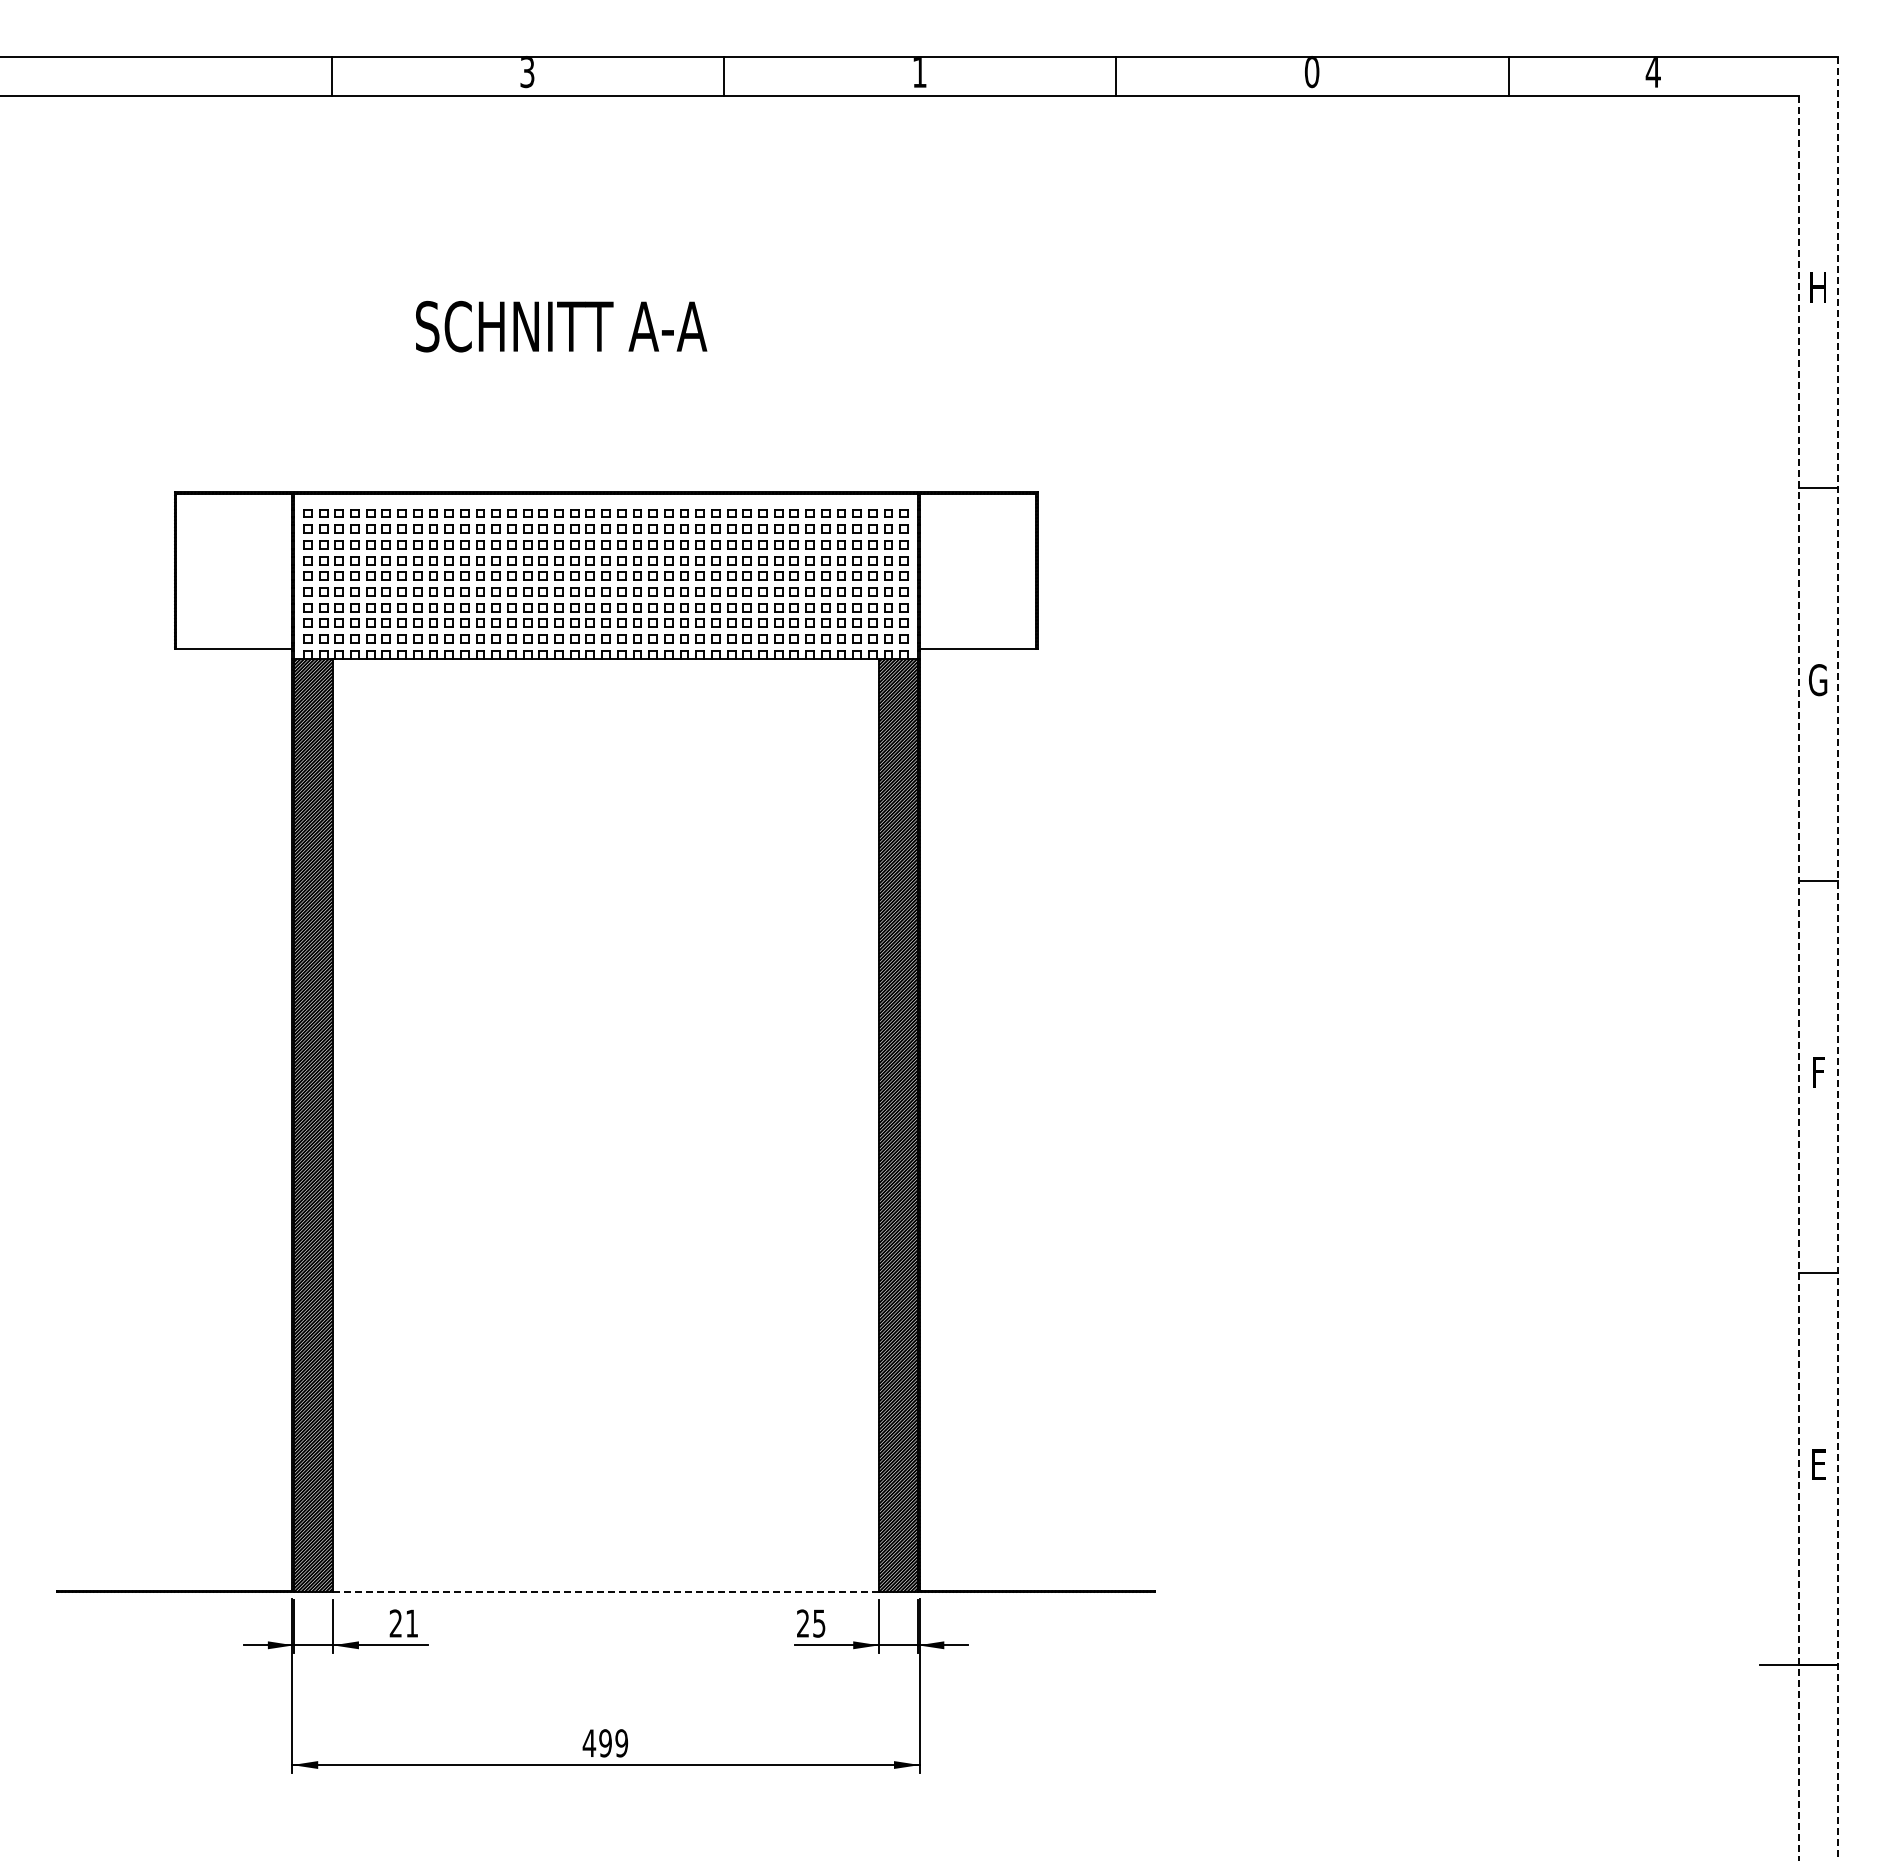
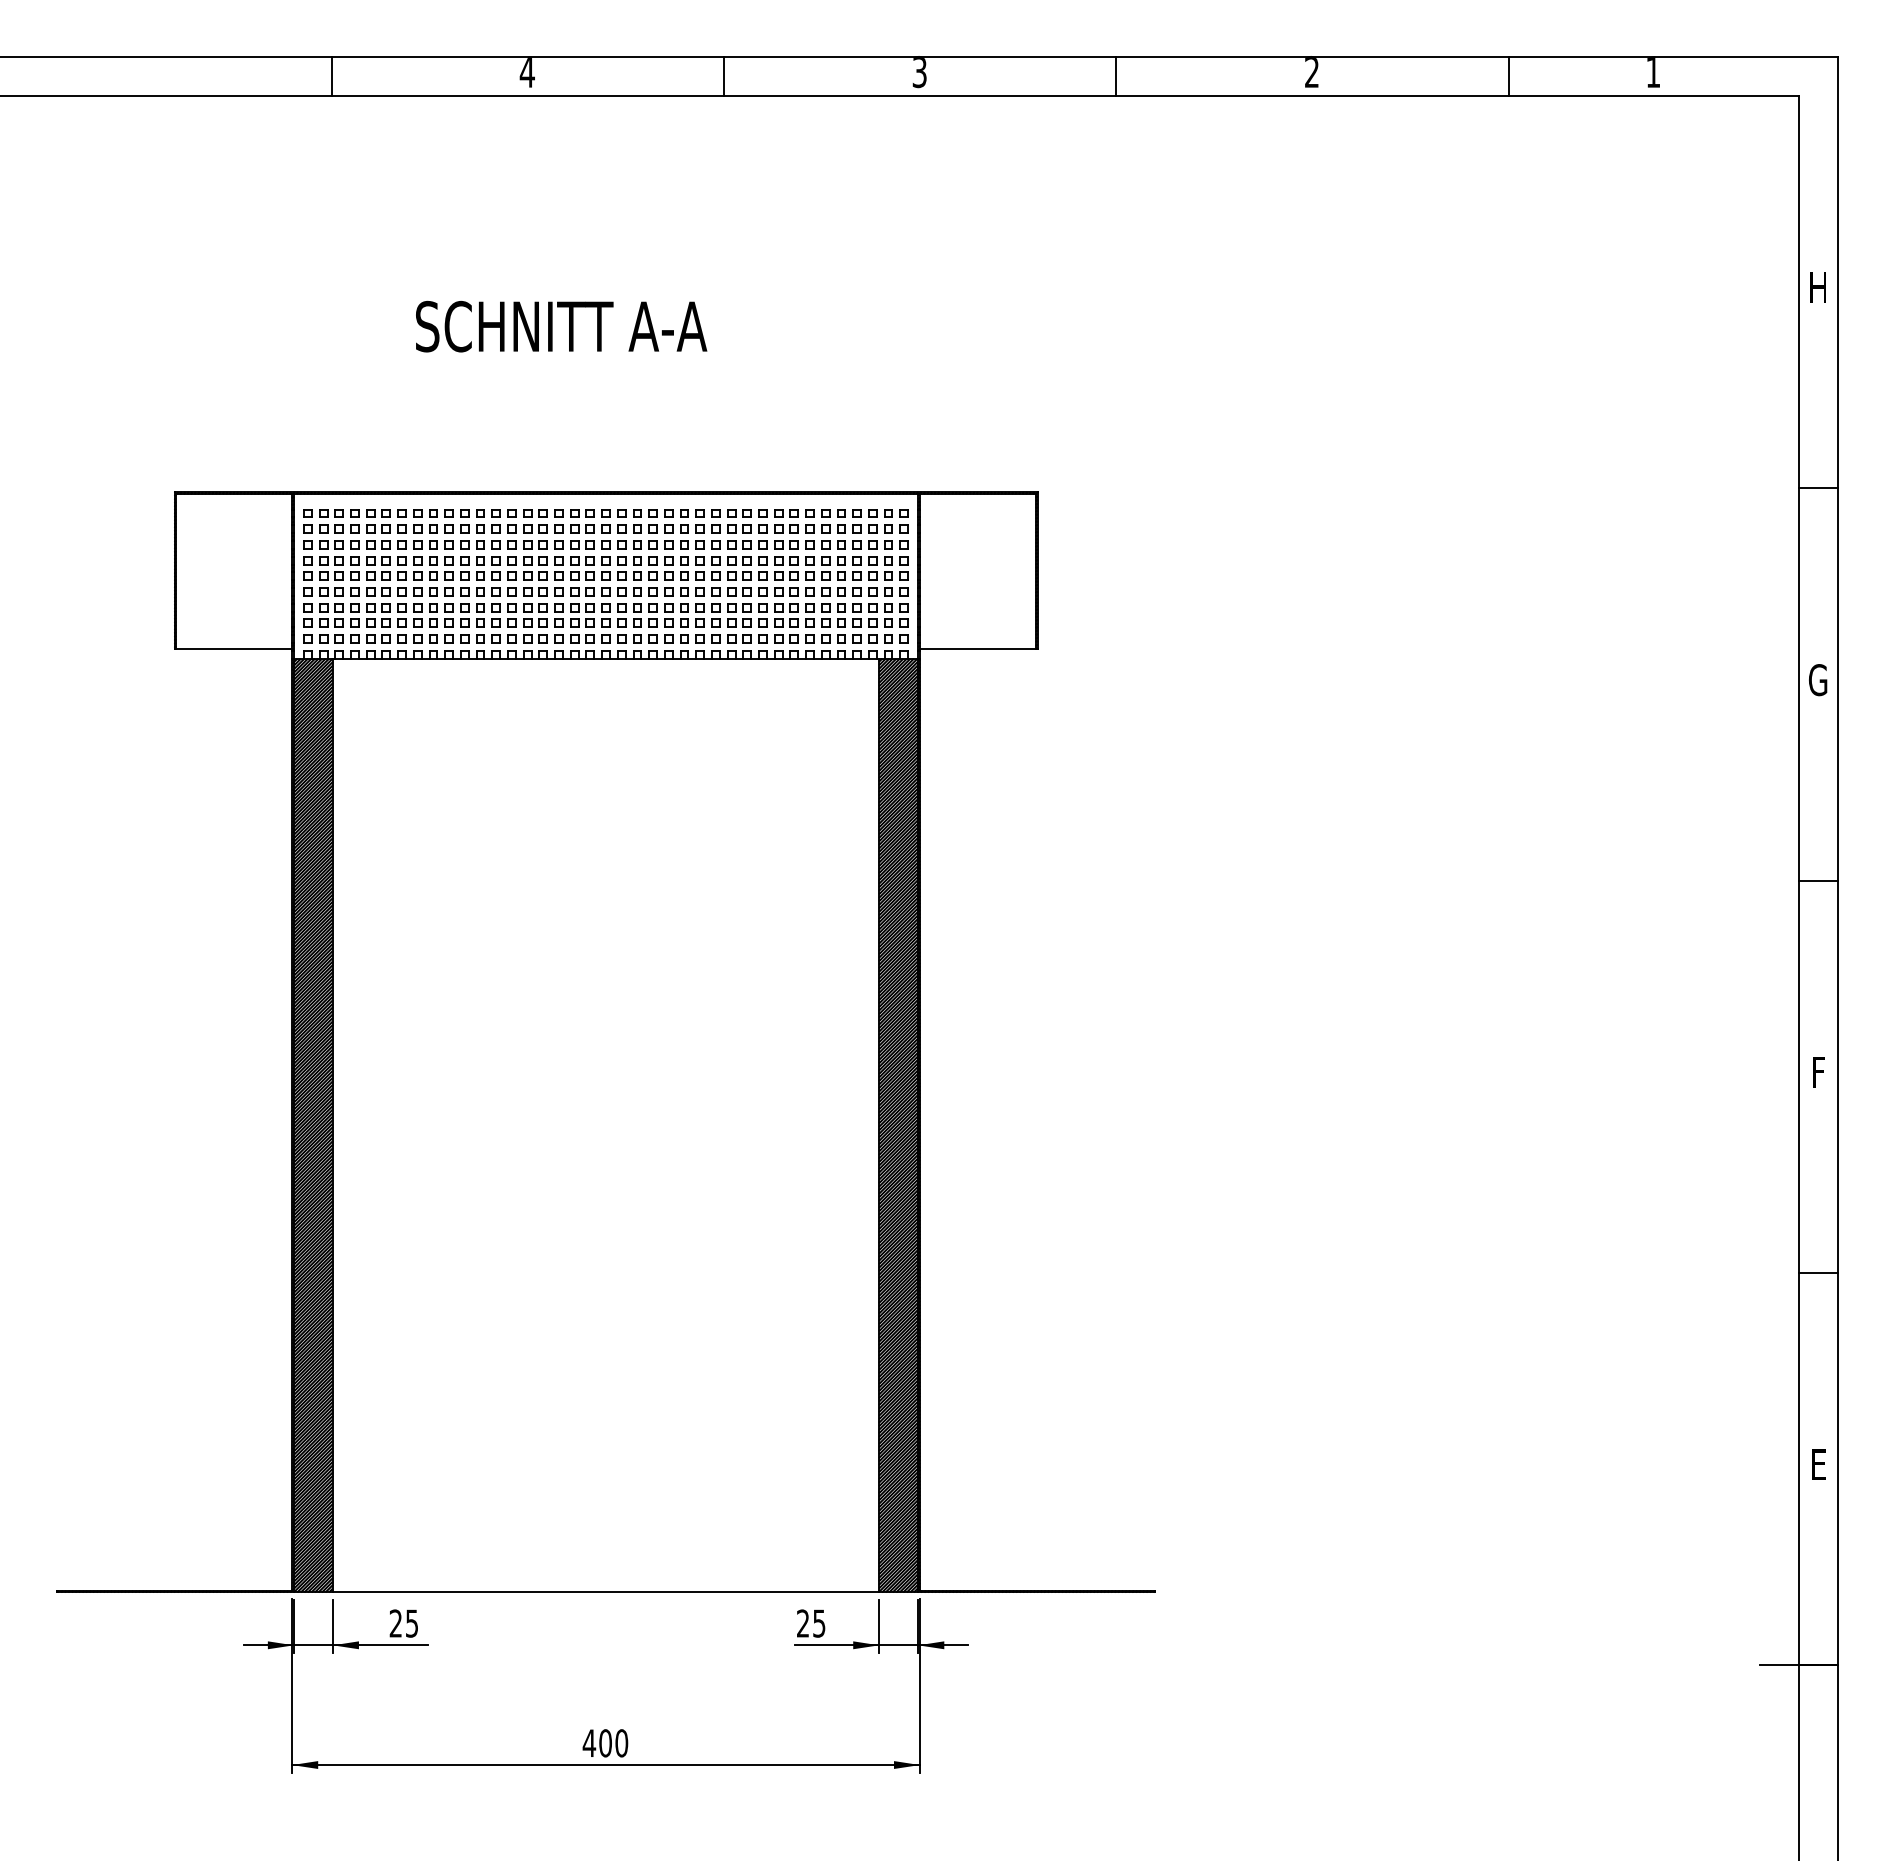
text at (1652, 72): 4 -> 1
text at (526, 73): 3 -> 4
text at (919, 73): 1 -> 3
text at (1311, 73): 0 -> 2
line at (1838, 958): dashed -> solid
line at (1798, 979): dashed -> solid
line at (606, 1592): dashed -> solid
text at (411, 1623): 21 -> 25
text at (613, 1743): 499 -> 400
